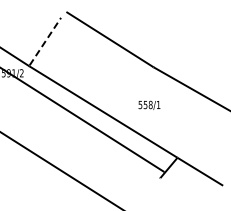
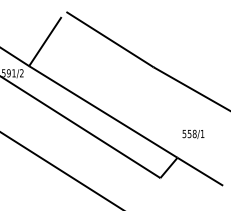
line at (45, 41): dashed -> solid
text at (149, 104) position: (149, 104) -> (193, 133)
line at (82, 120) position: (82, 120) -> (80, 127)
